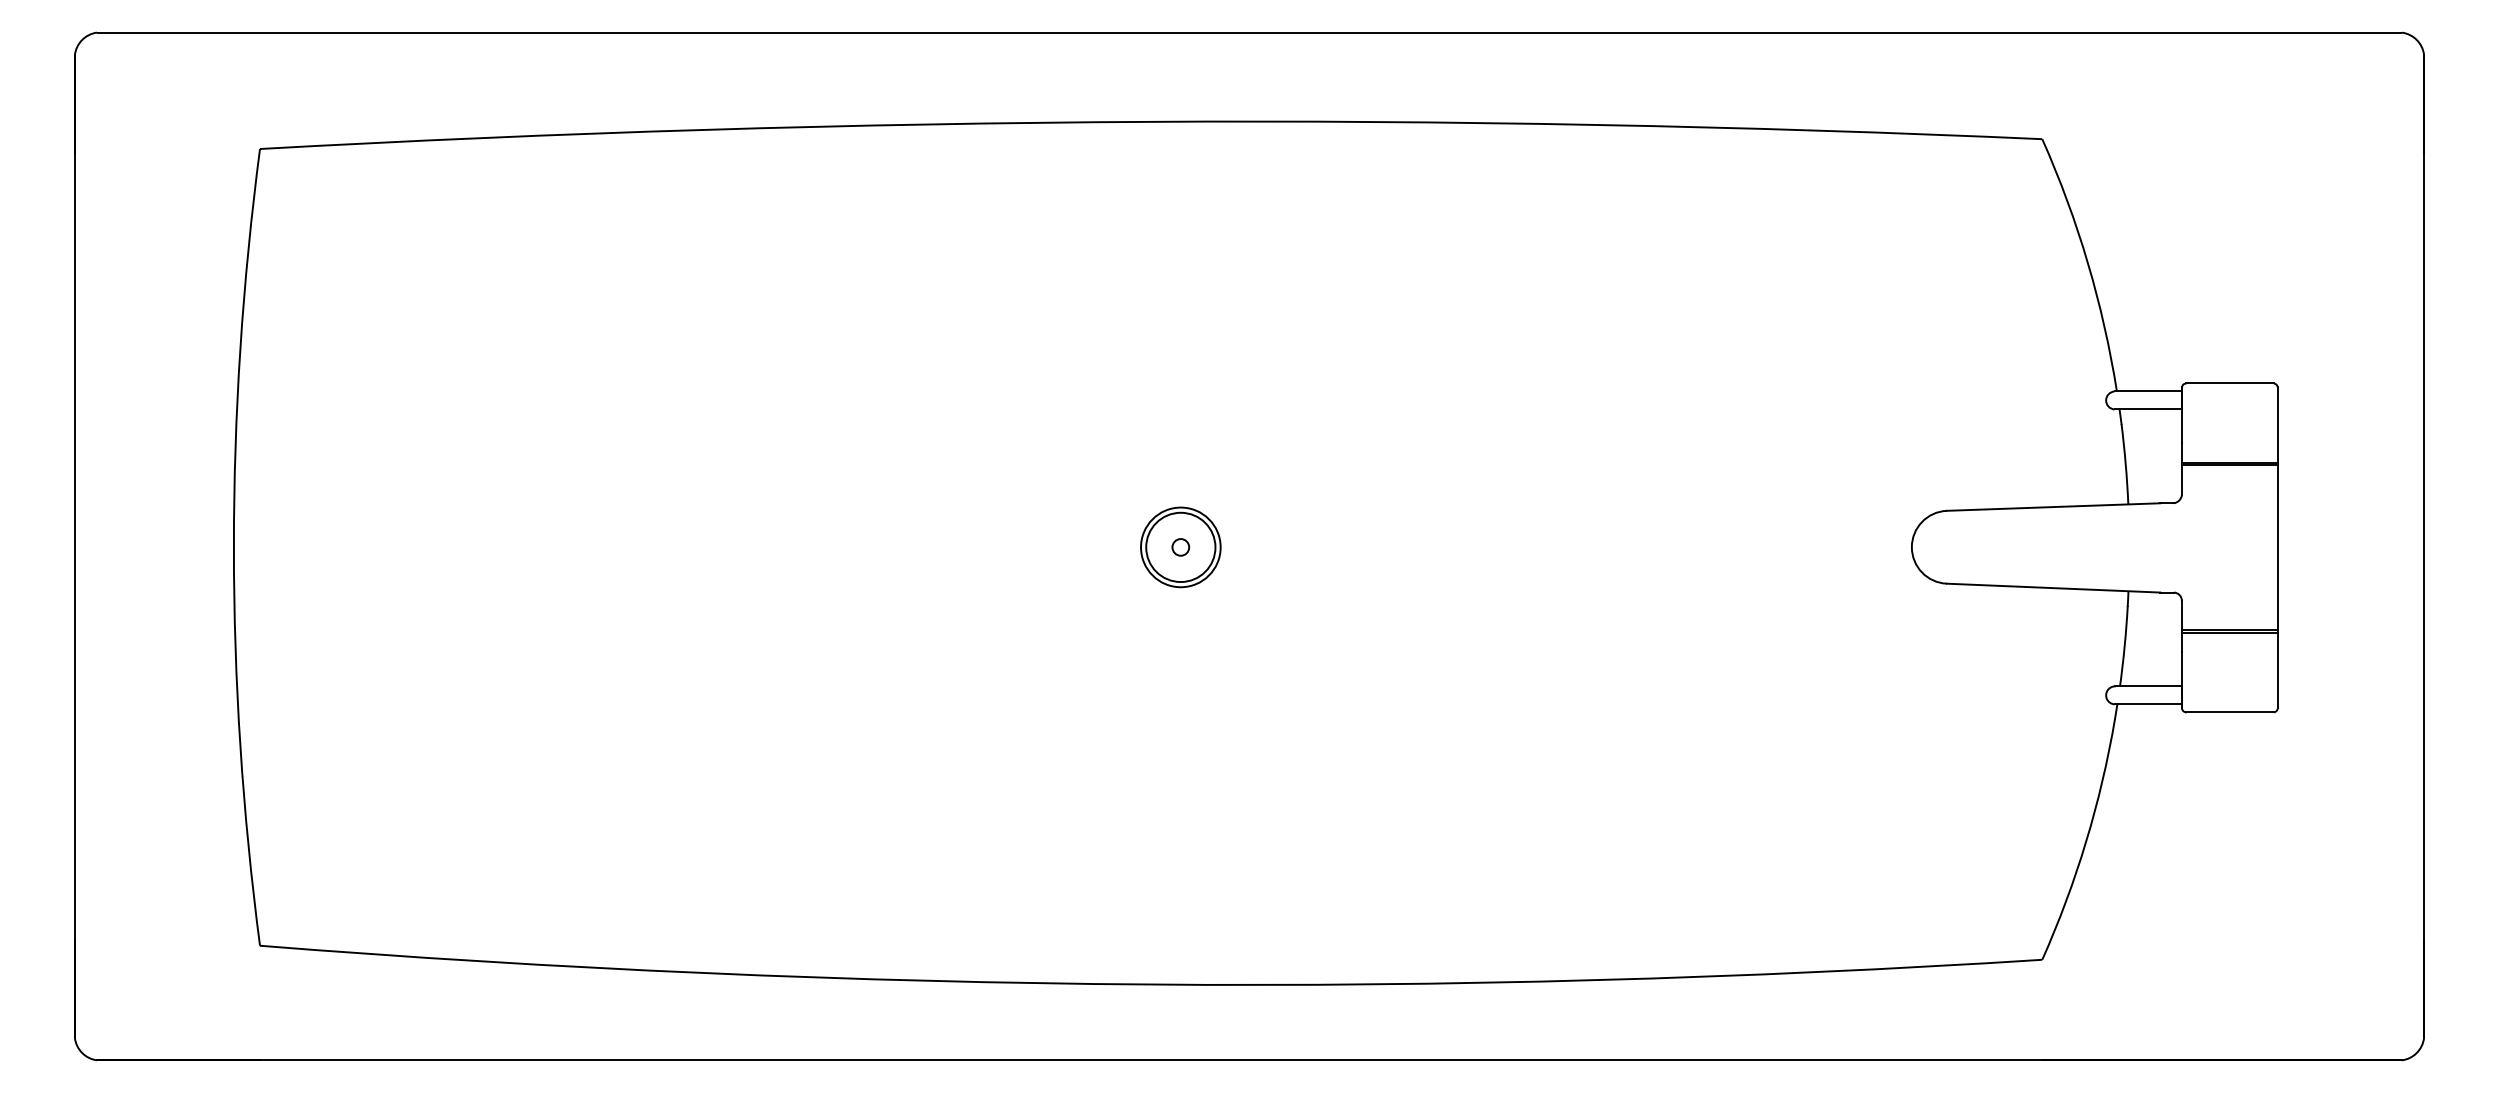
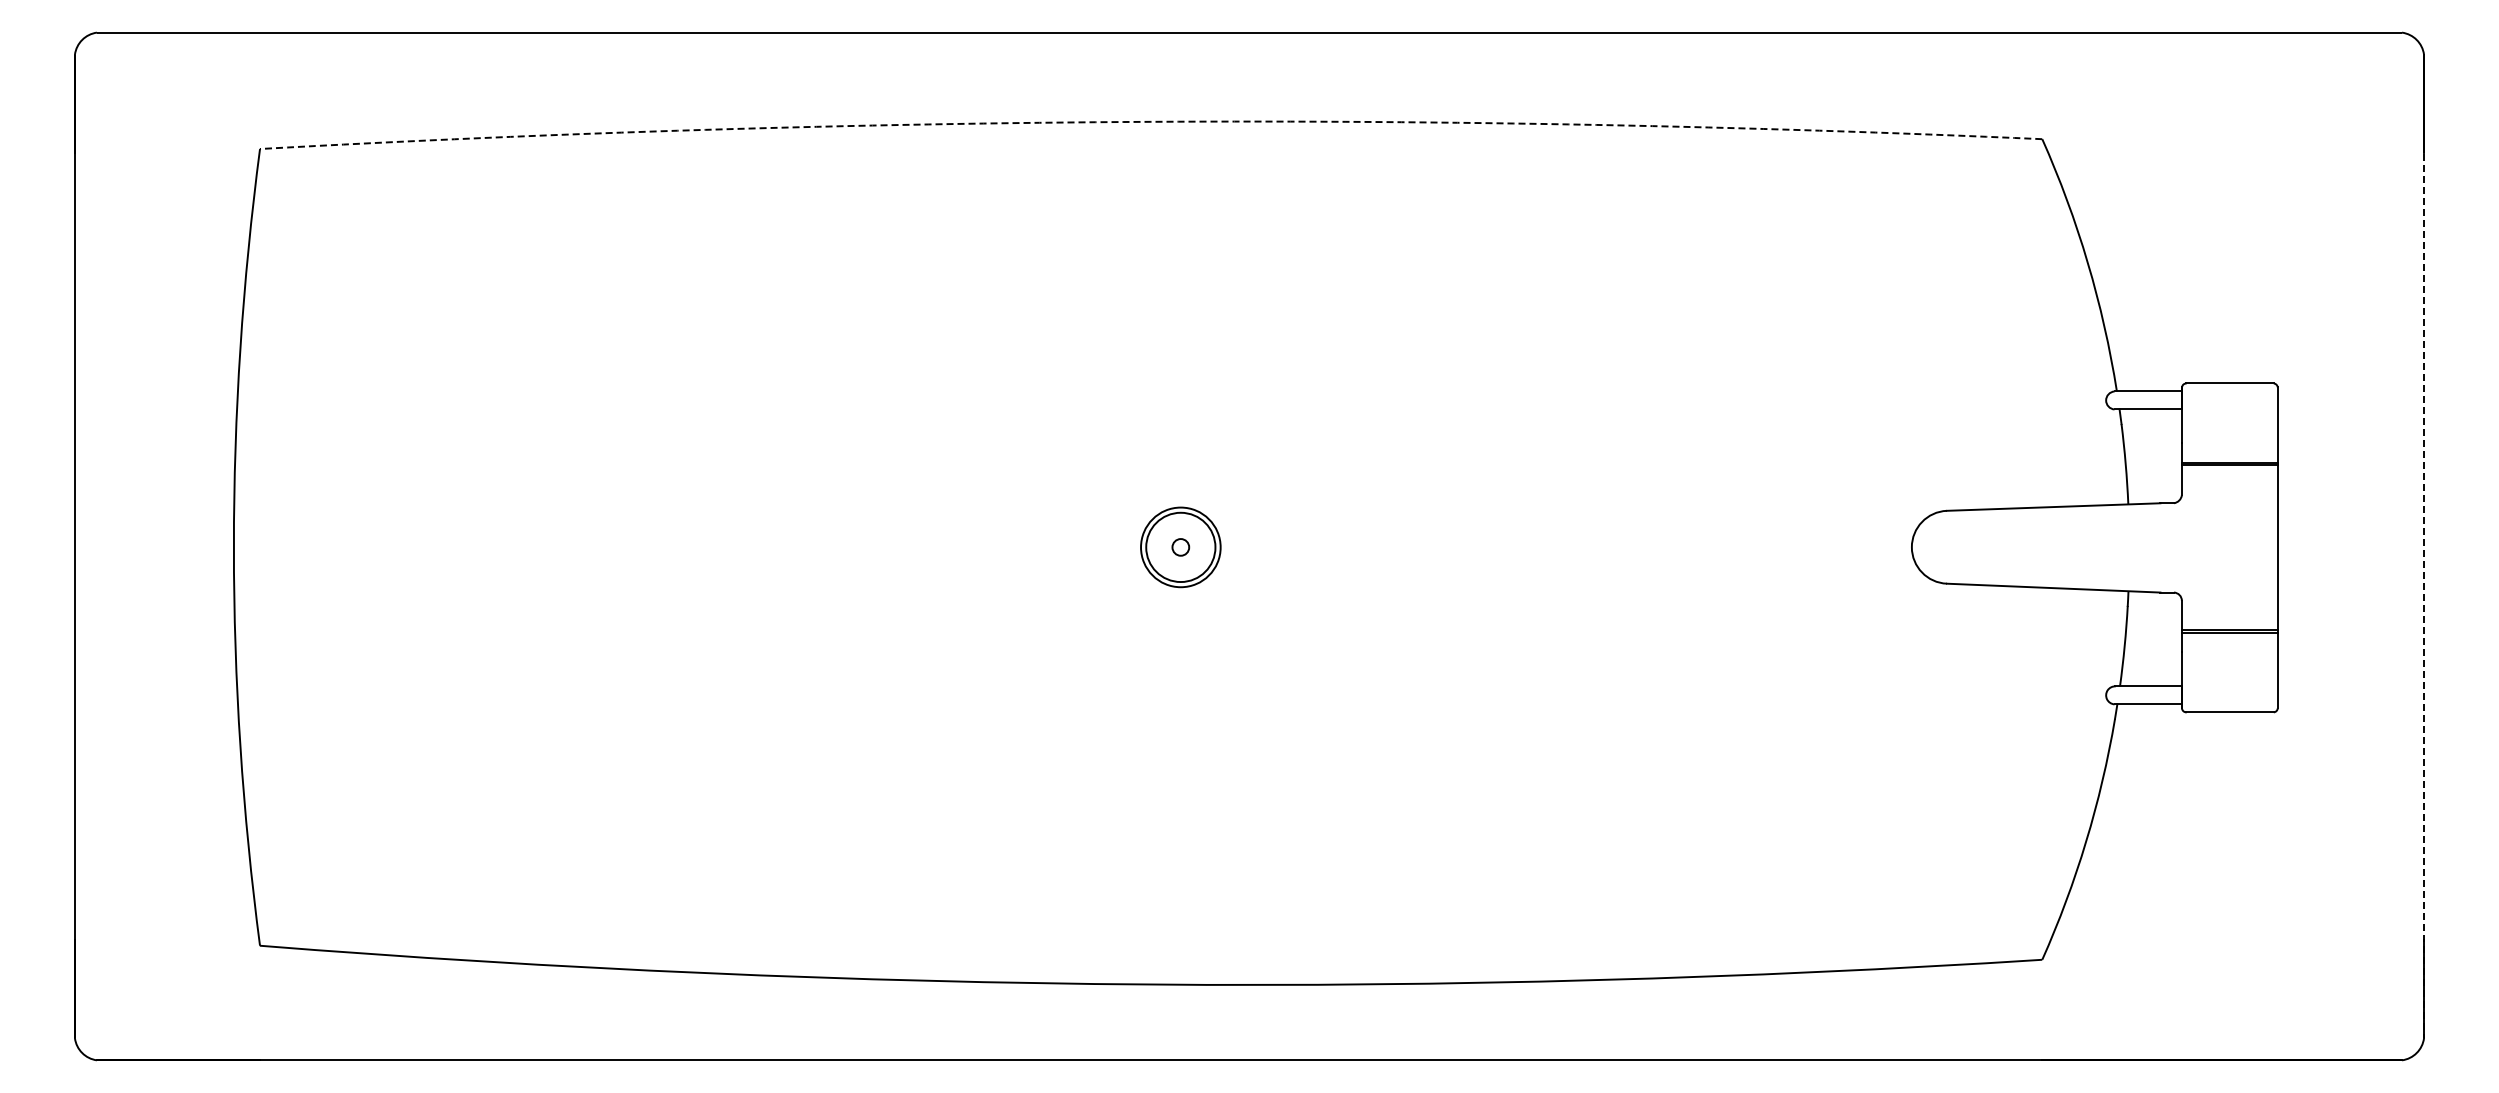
arc at (1150, 121): solid -> dashed
line at (2423, 546): solid -> dashed
